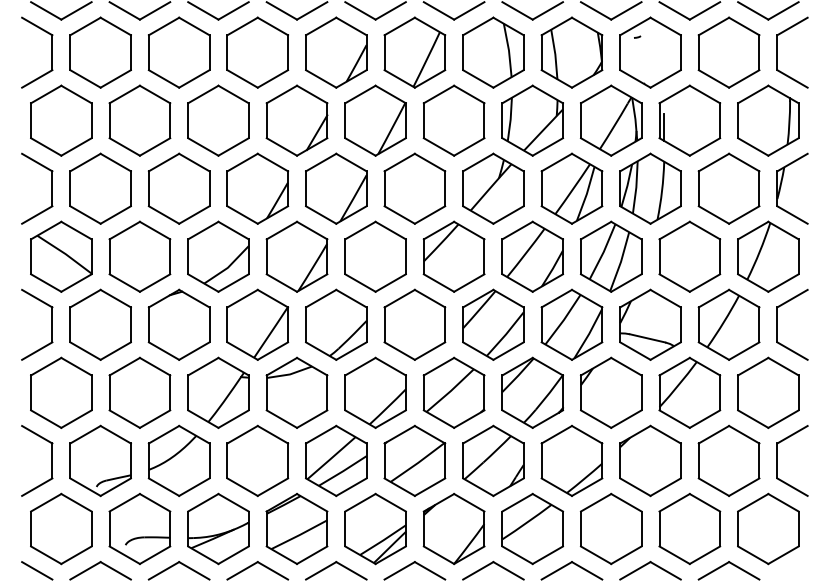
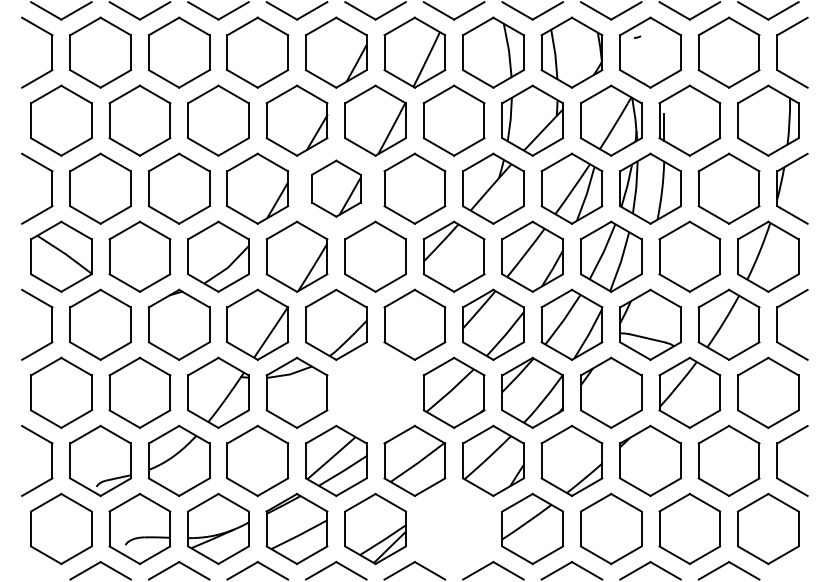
part at (336, 188) size: 63x73 px -> 51x59 px
part at (375, 392): present -> none
part at (453, 528): present -> none
line at (36, 570): present -> none
